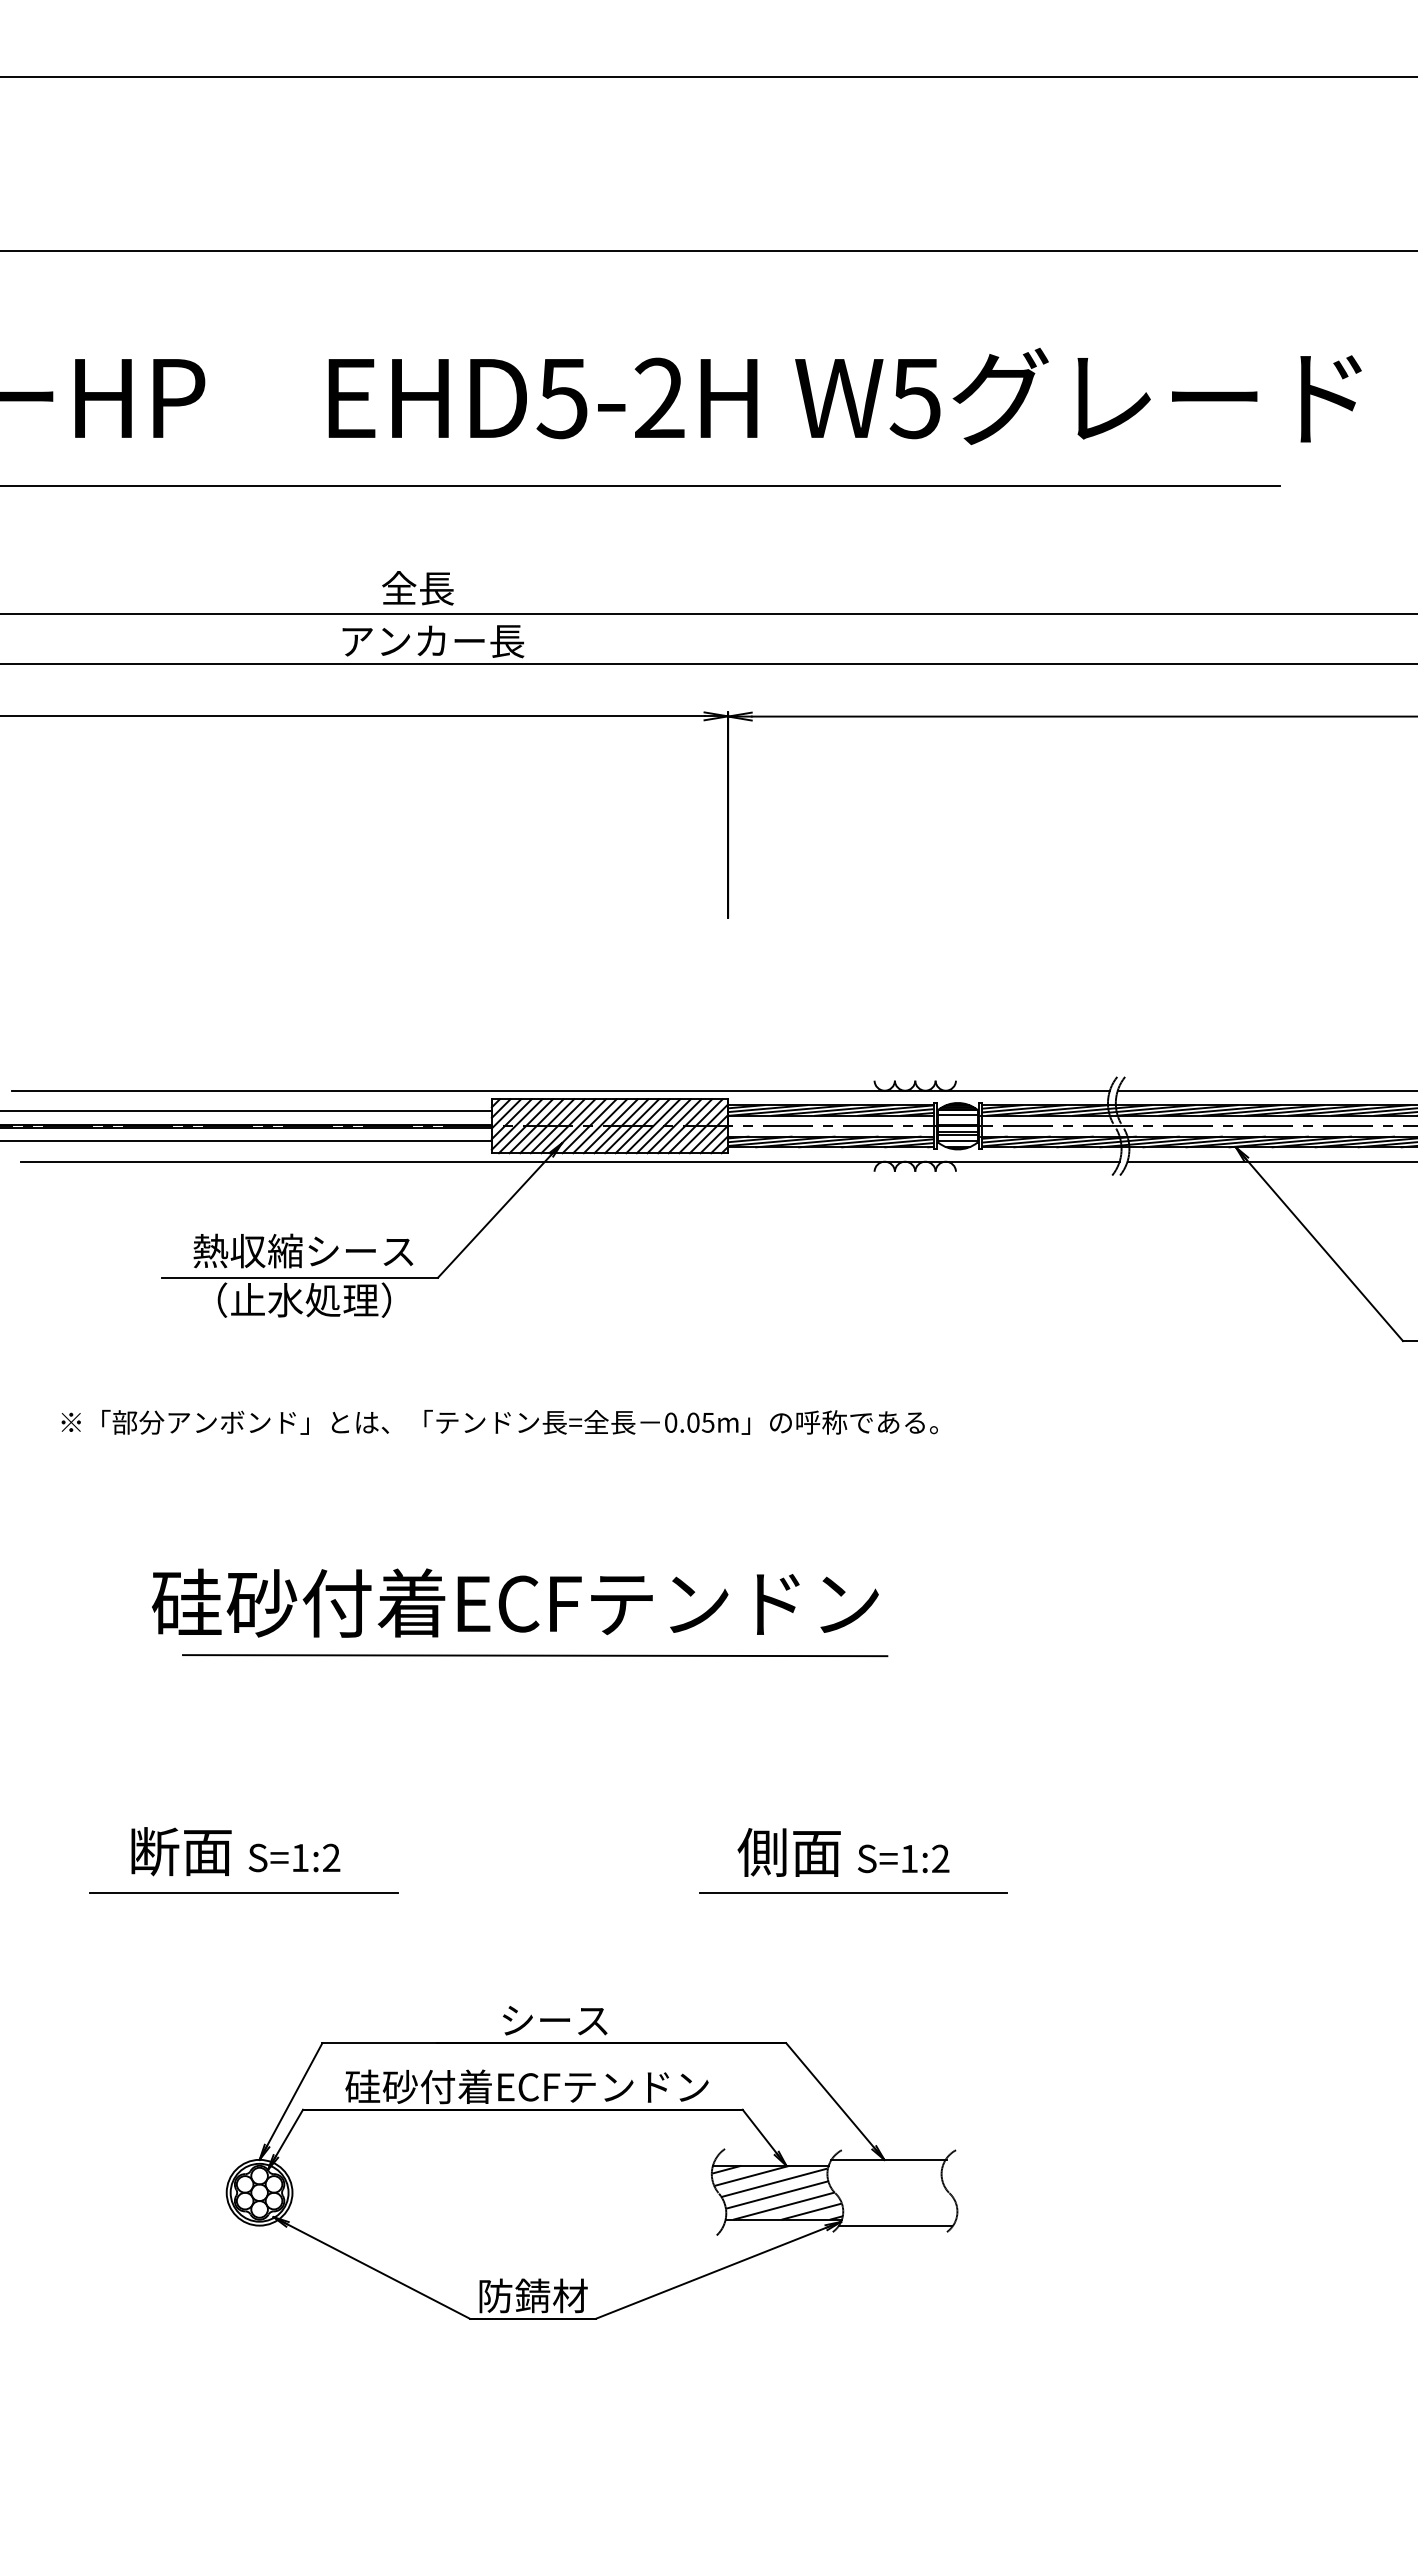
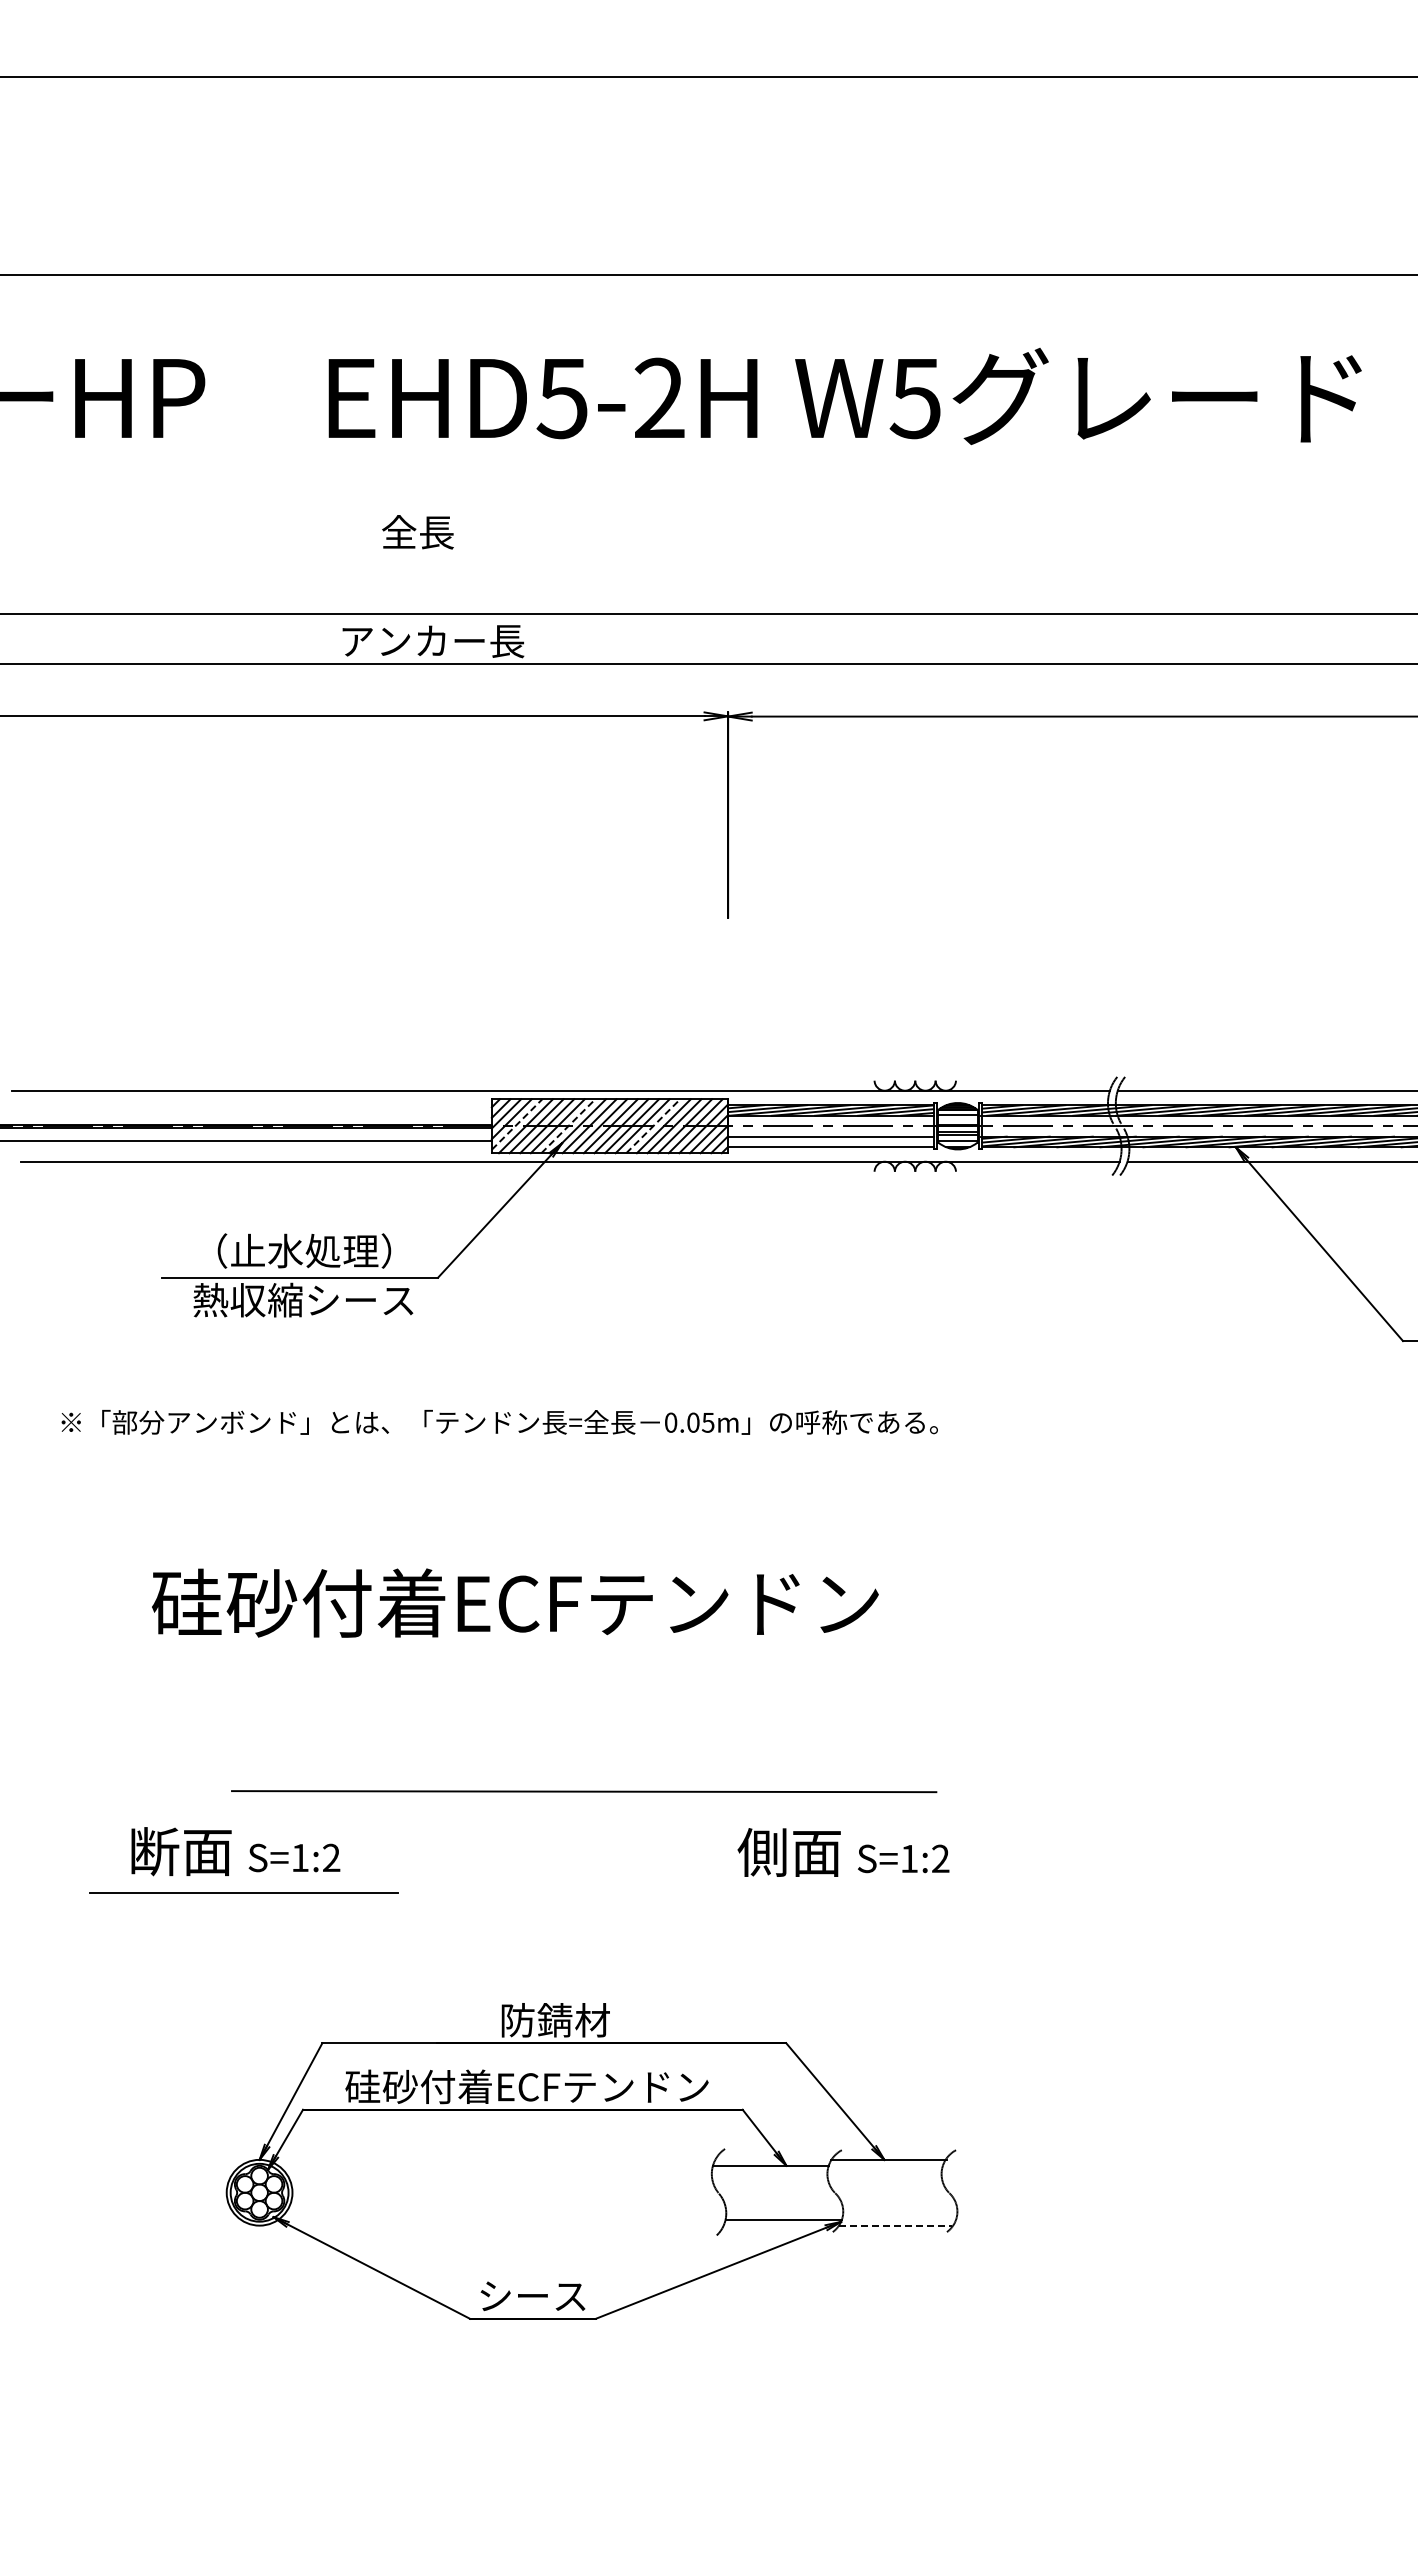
line at (708, 250) position: (708, 250) -> (708, 274)
line at (640, 486): present -> none
text at (417, 588) position: (417, 588) -> (417, 532)
line at (246, 1111): present -> none
line at (517, 1124): solid -> dashed
line at (568, 1125): solid -> dashed
line at (653, 1125): solid -> dashed
hatch at (831, 1141): present -> none
text at (303, 1250): 熱収縮シース -> （止水処理）
text at (303, 1299): （止水処理） -> 熱収縮シース
line at (535, 1655) position: (535, 1655) -> (584, 1791)
line at (853, 1892): present -> none
text at (555, 2020): シース -> 防錆材
hatch at (777, 2192): present -> none
line at (895, 2225): solid -> dashed
text at (533, 2295): 防錆材 -> シース
